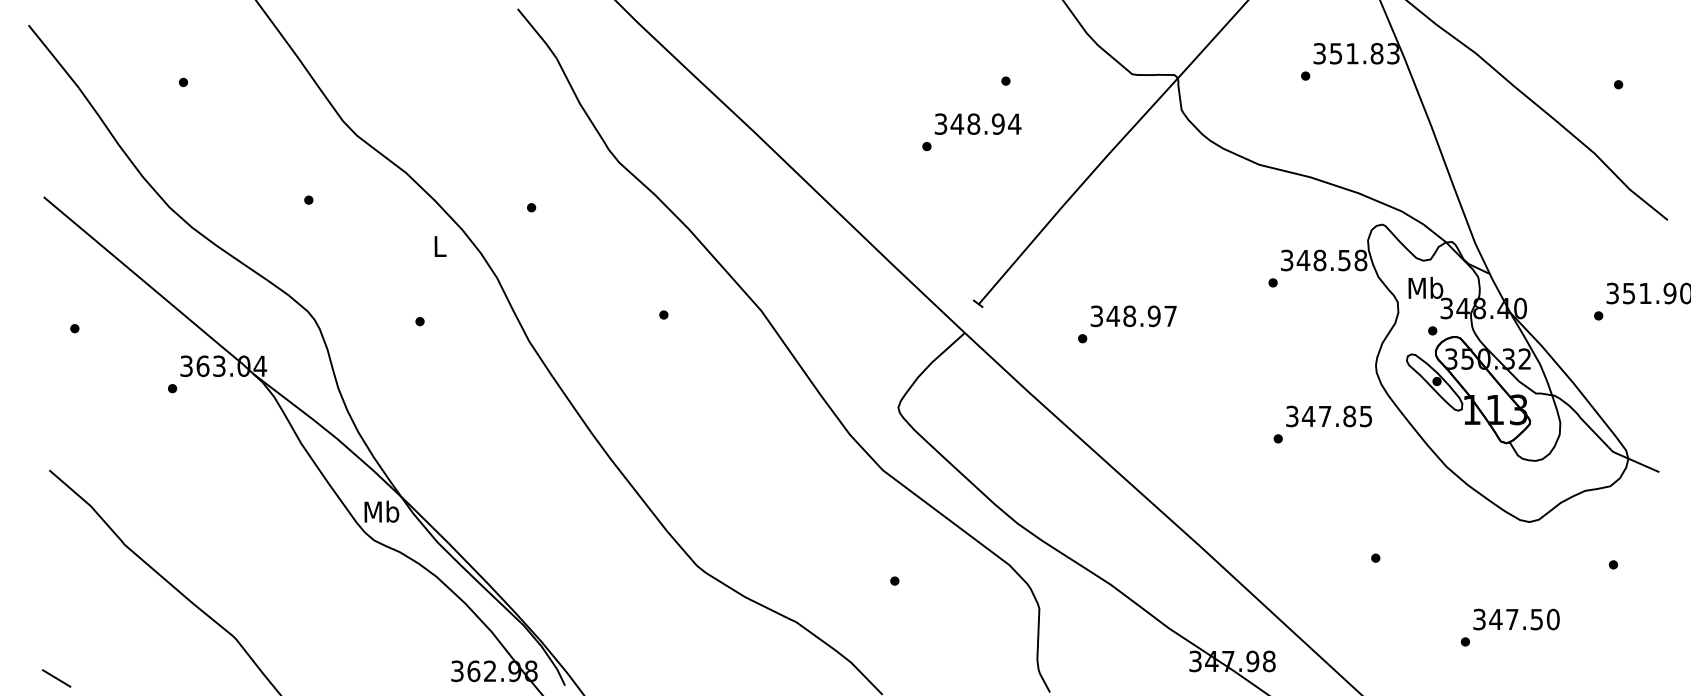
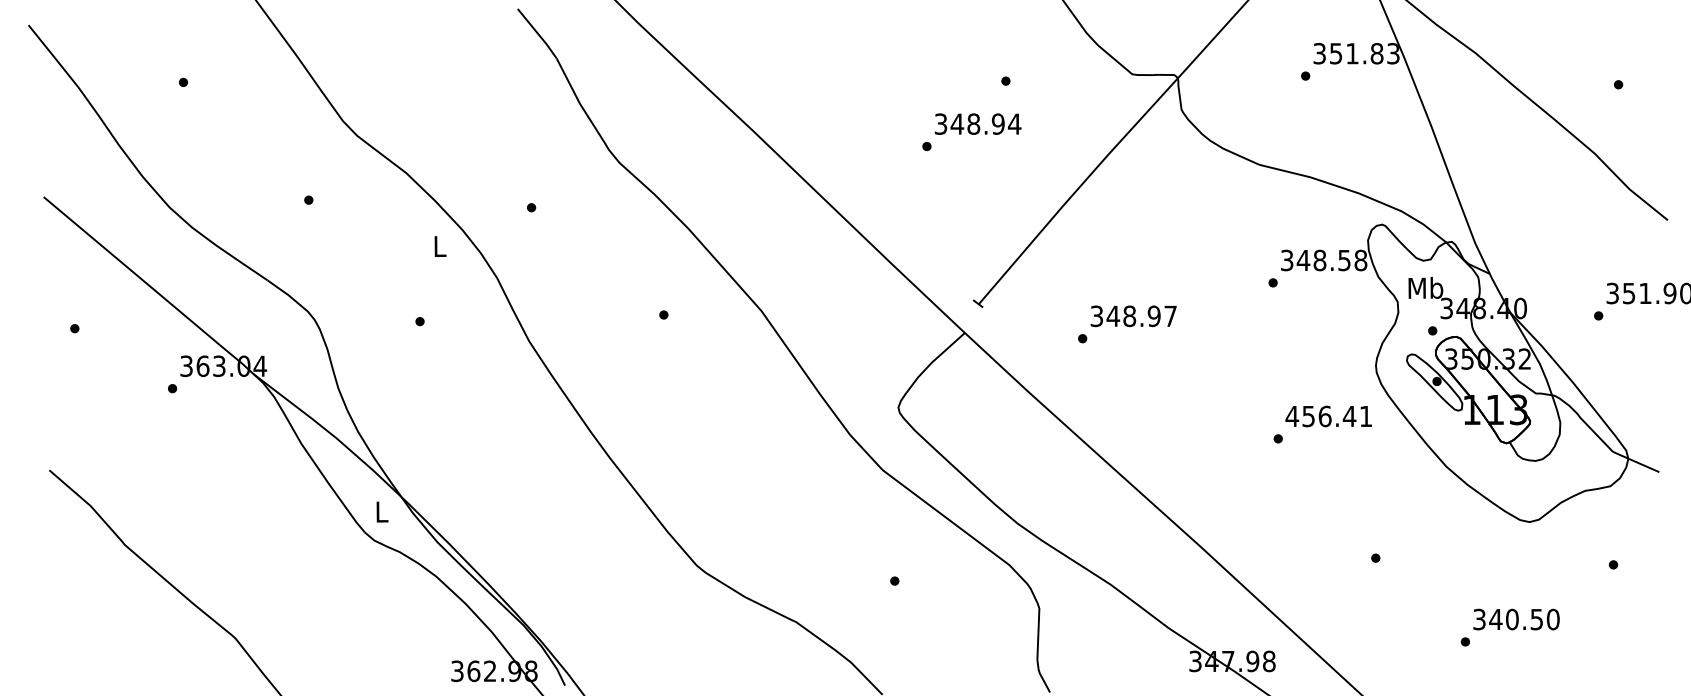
text at (1328, 416): 347.85 -> 456.41
text at (381, 511): Mb -> L
text at (1512, 619): 347.50 -> 340.50
line at (56, 678): present -> none
